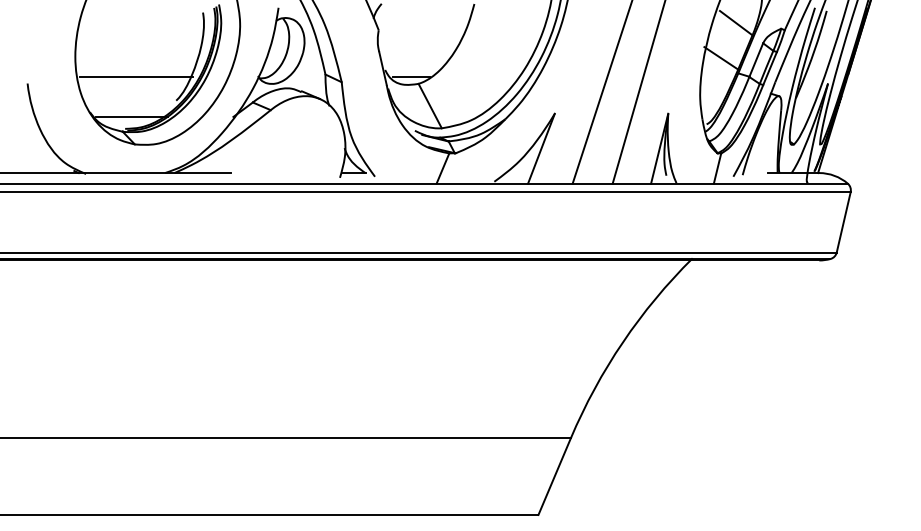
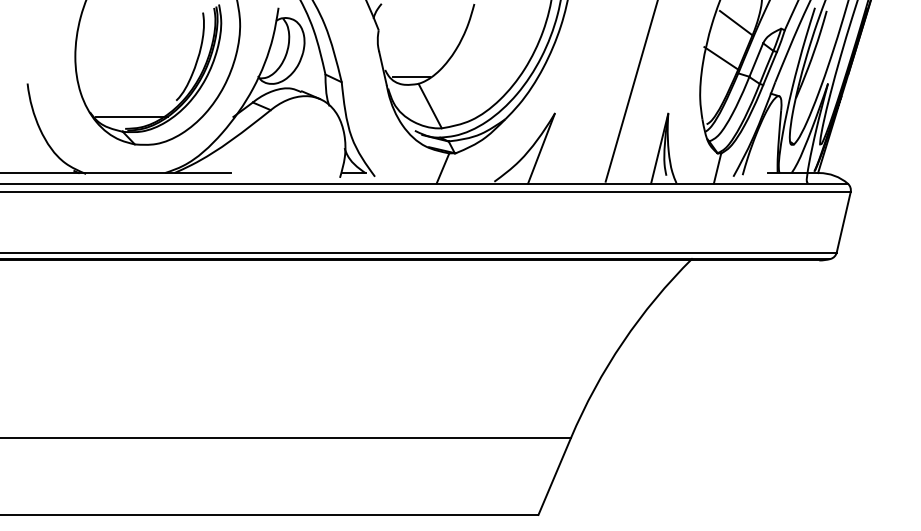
line at (136, 77): present -> none
line at (601, 92): present -> none
line at (638, 92) position: (638, 92) -> (631, 91)
